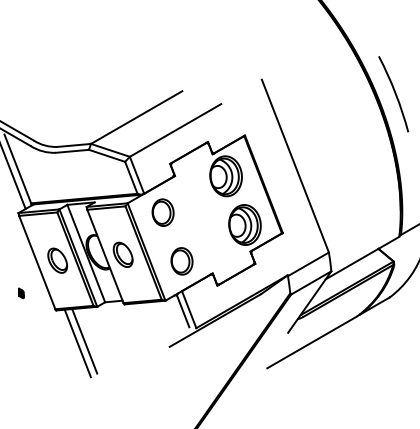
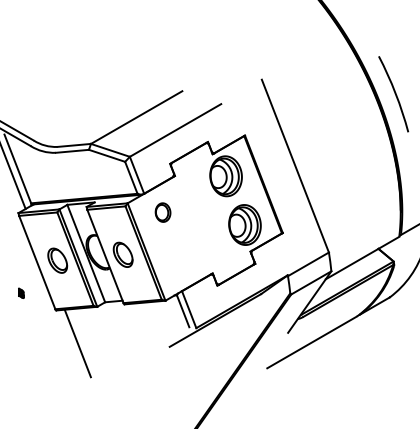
part at (162, 212) size: 24x29 px -> 18x21 px
part at (181, 261): present -> none
line at (84, 341): present -> none
